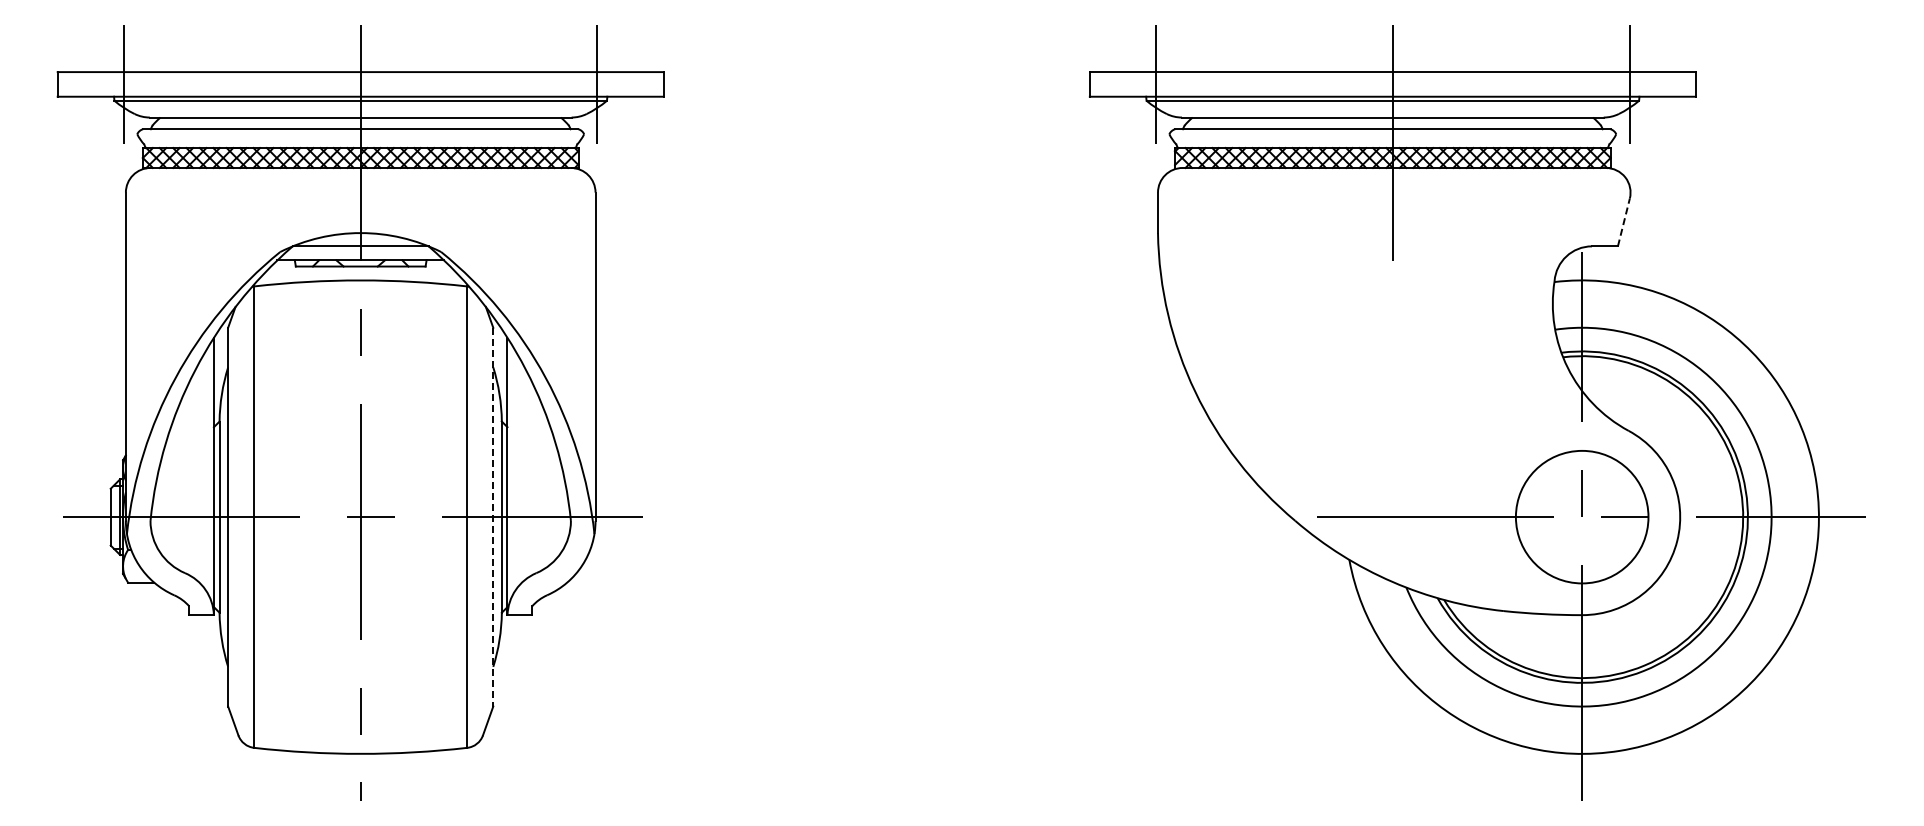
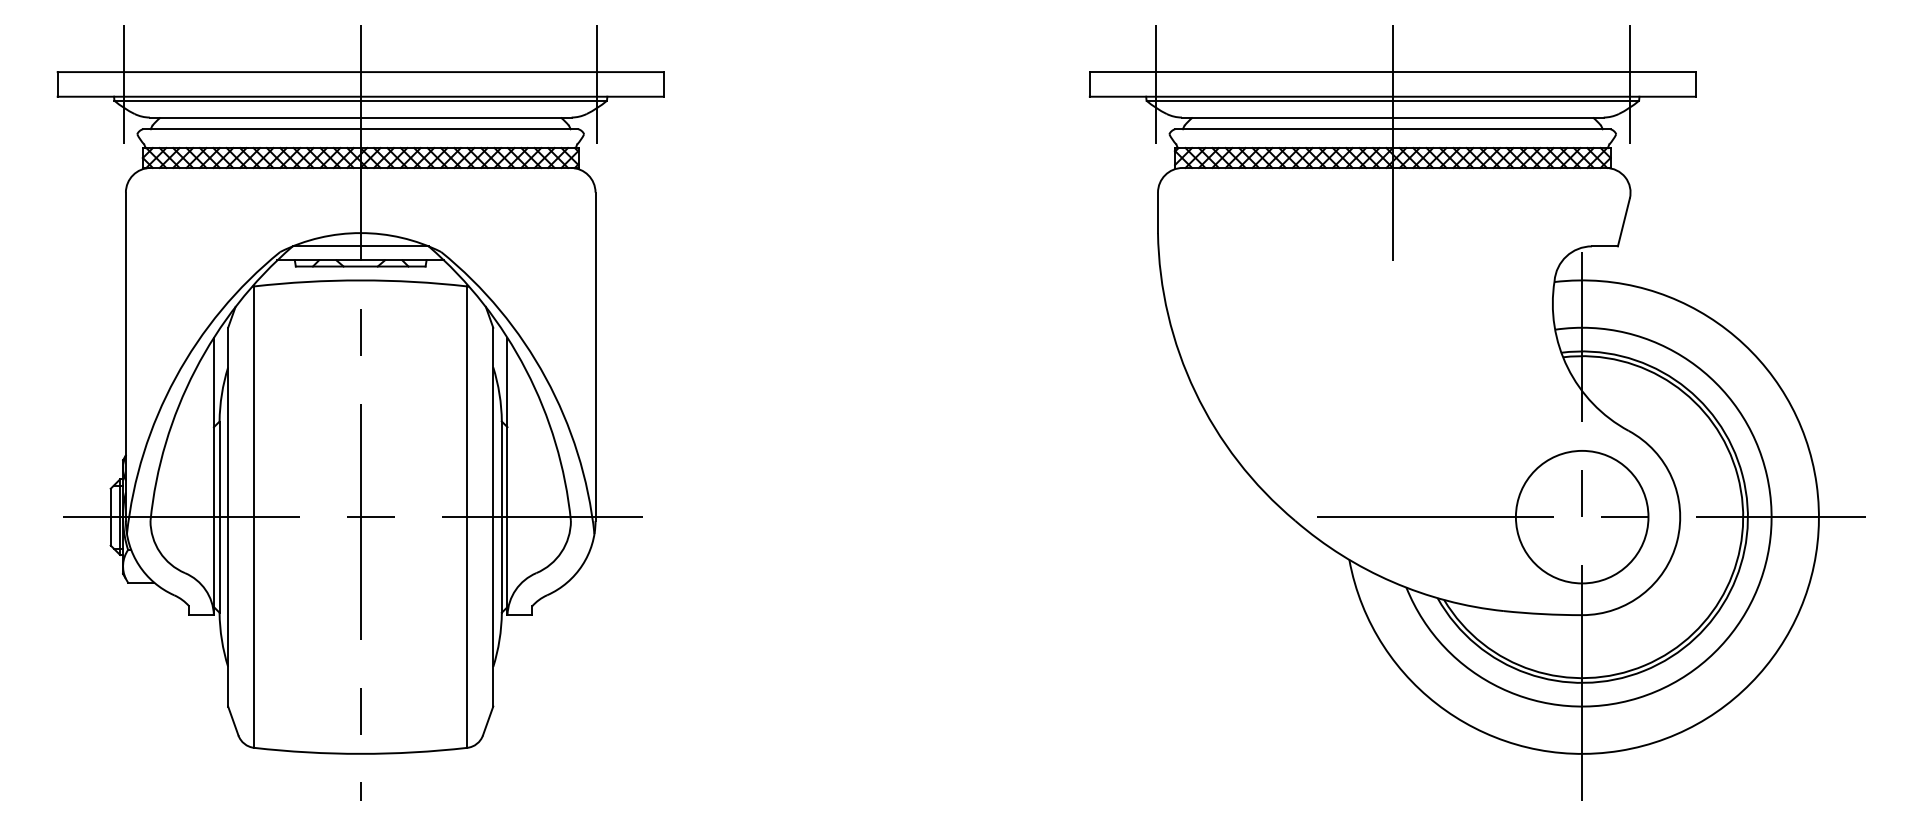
line at (1623, 222): dashed -> solid
line at (493, 517): dashed -> solid
